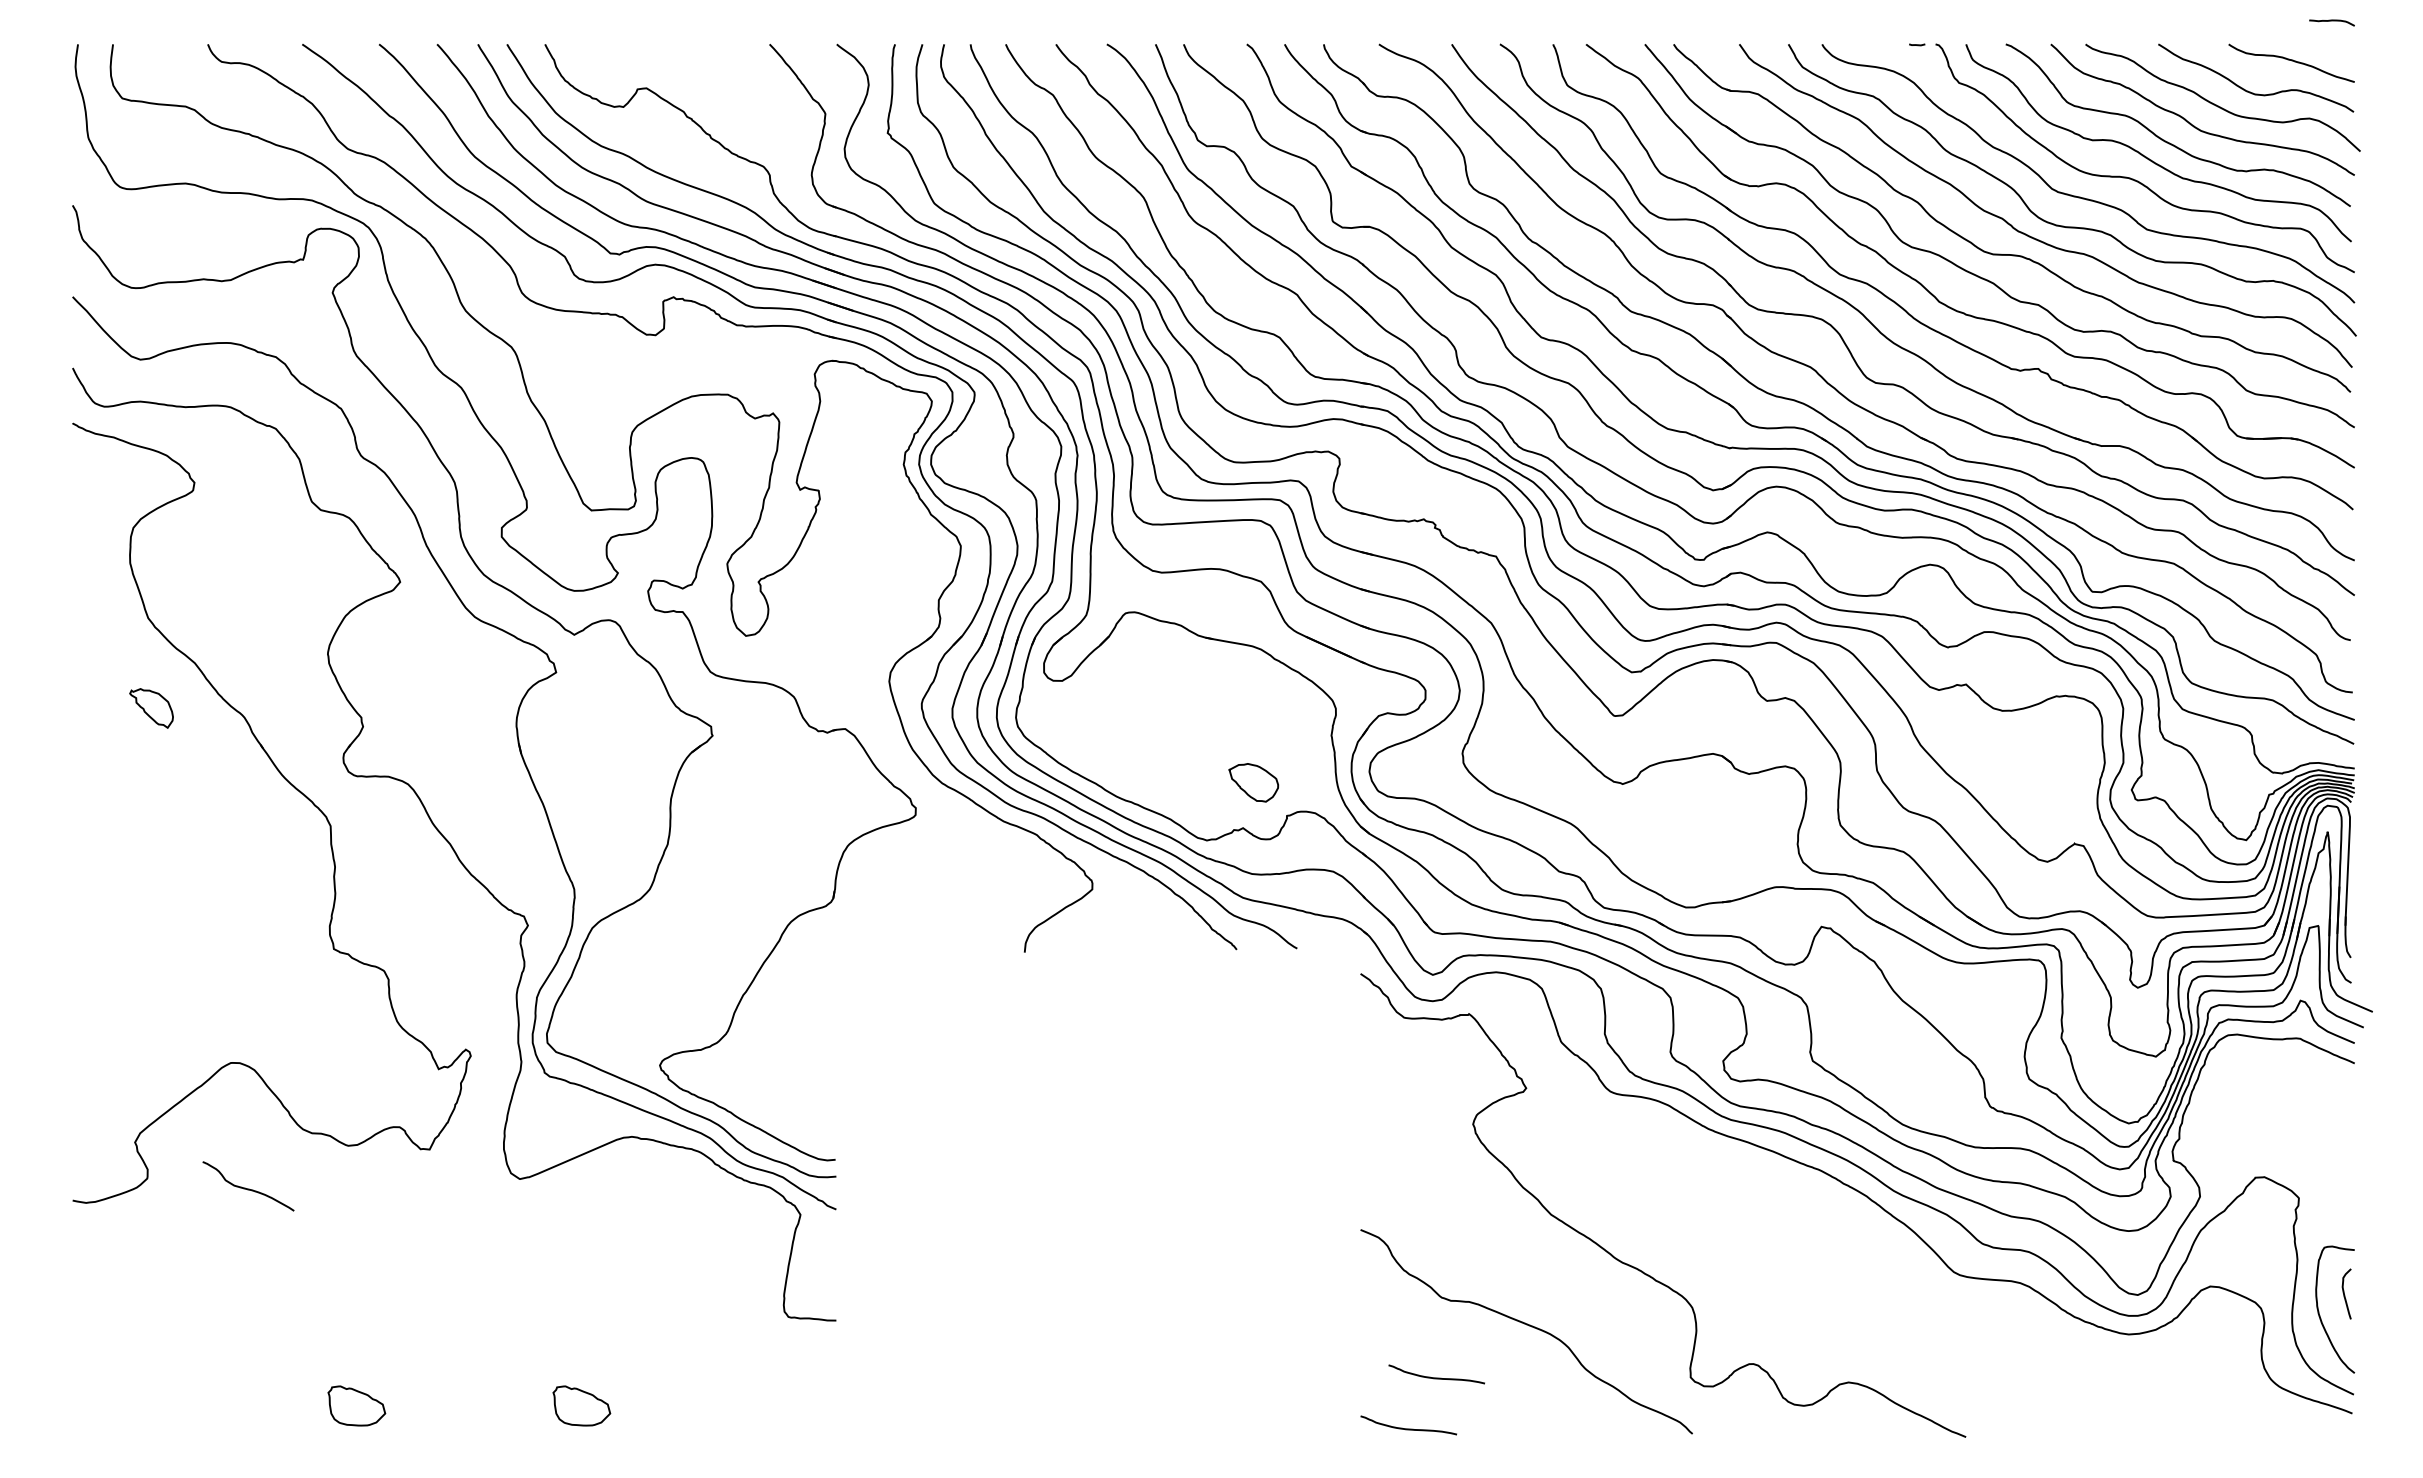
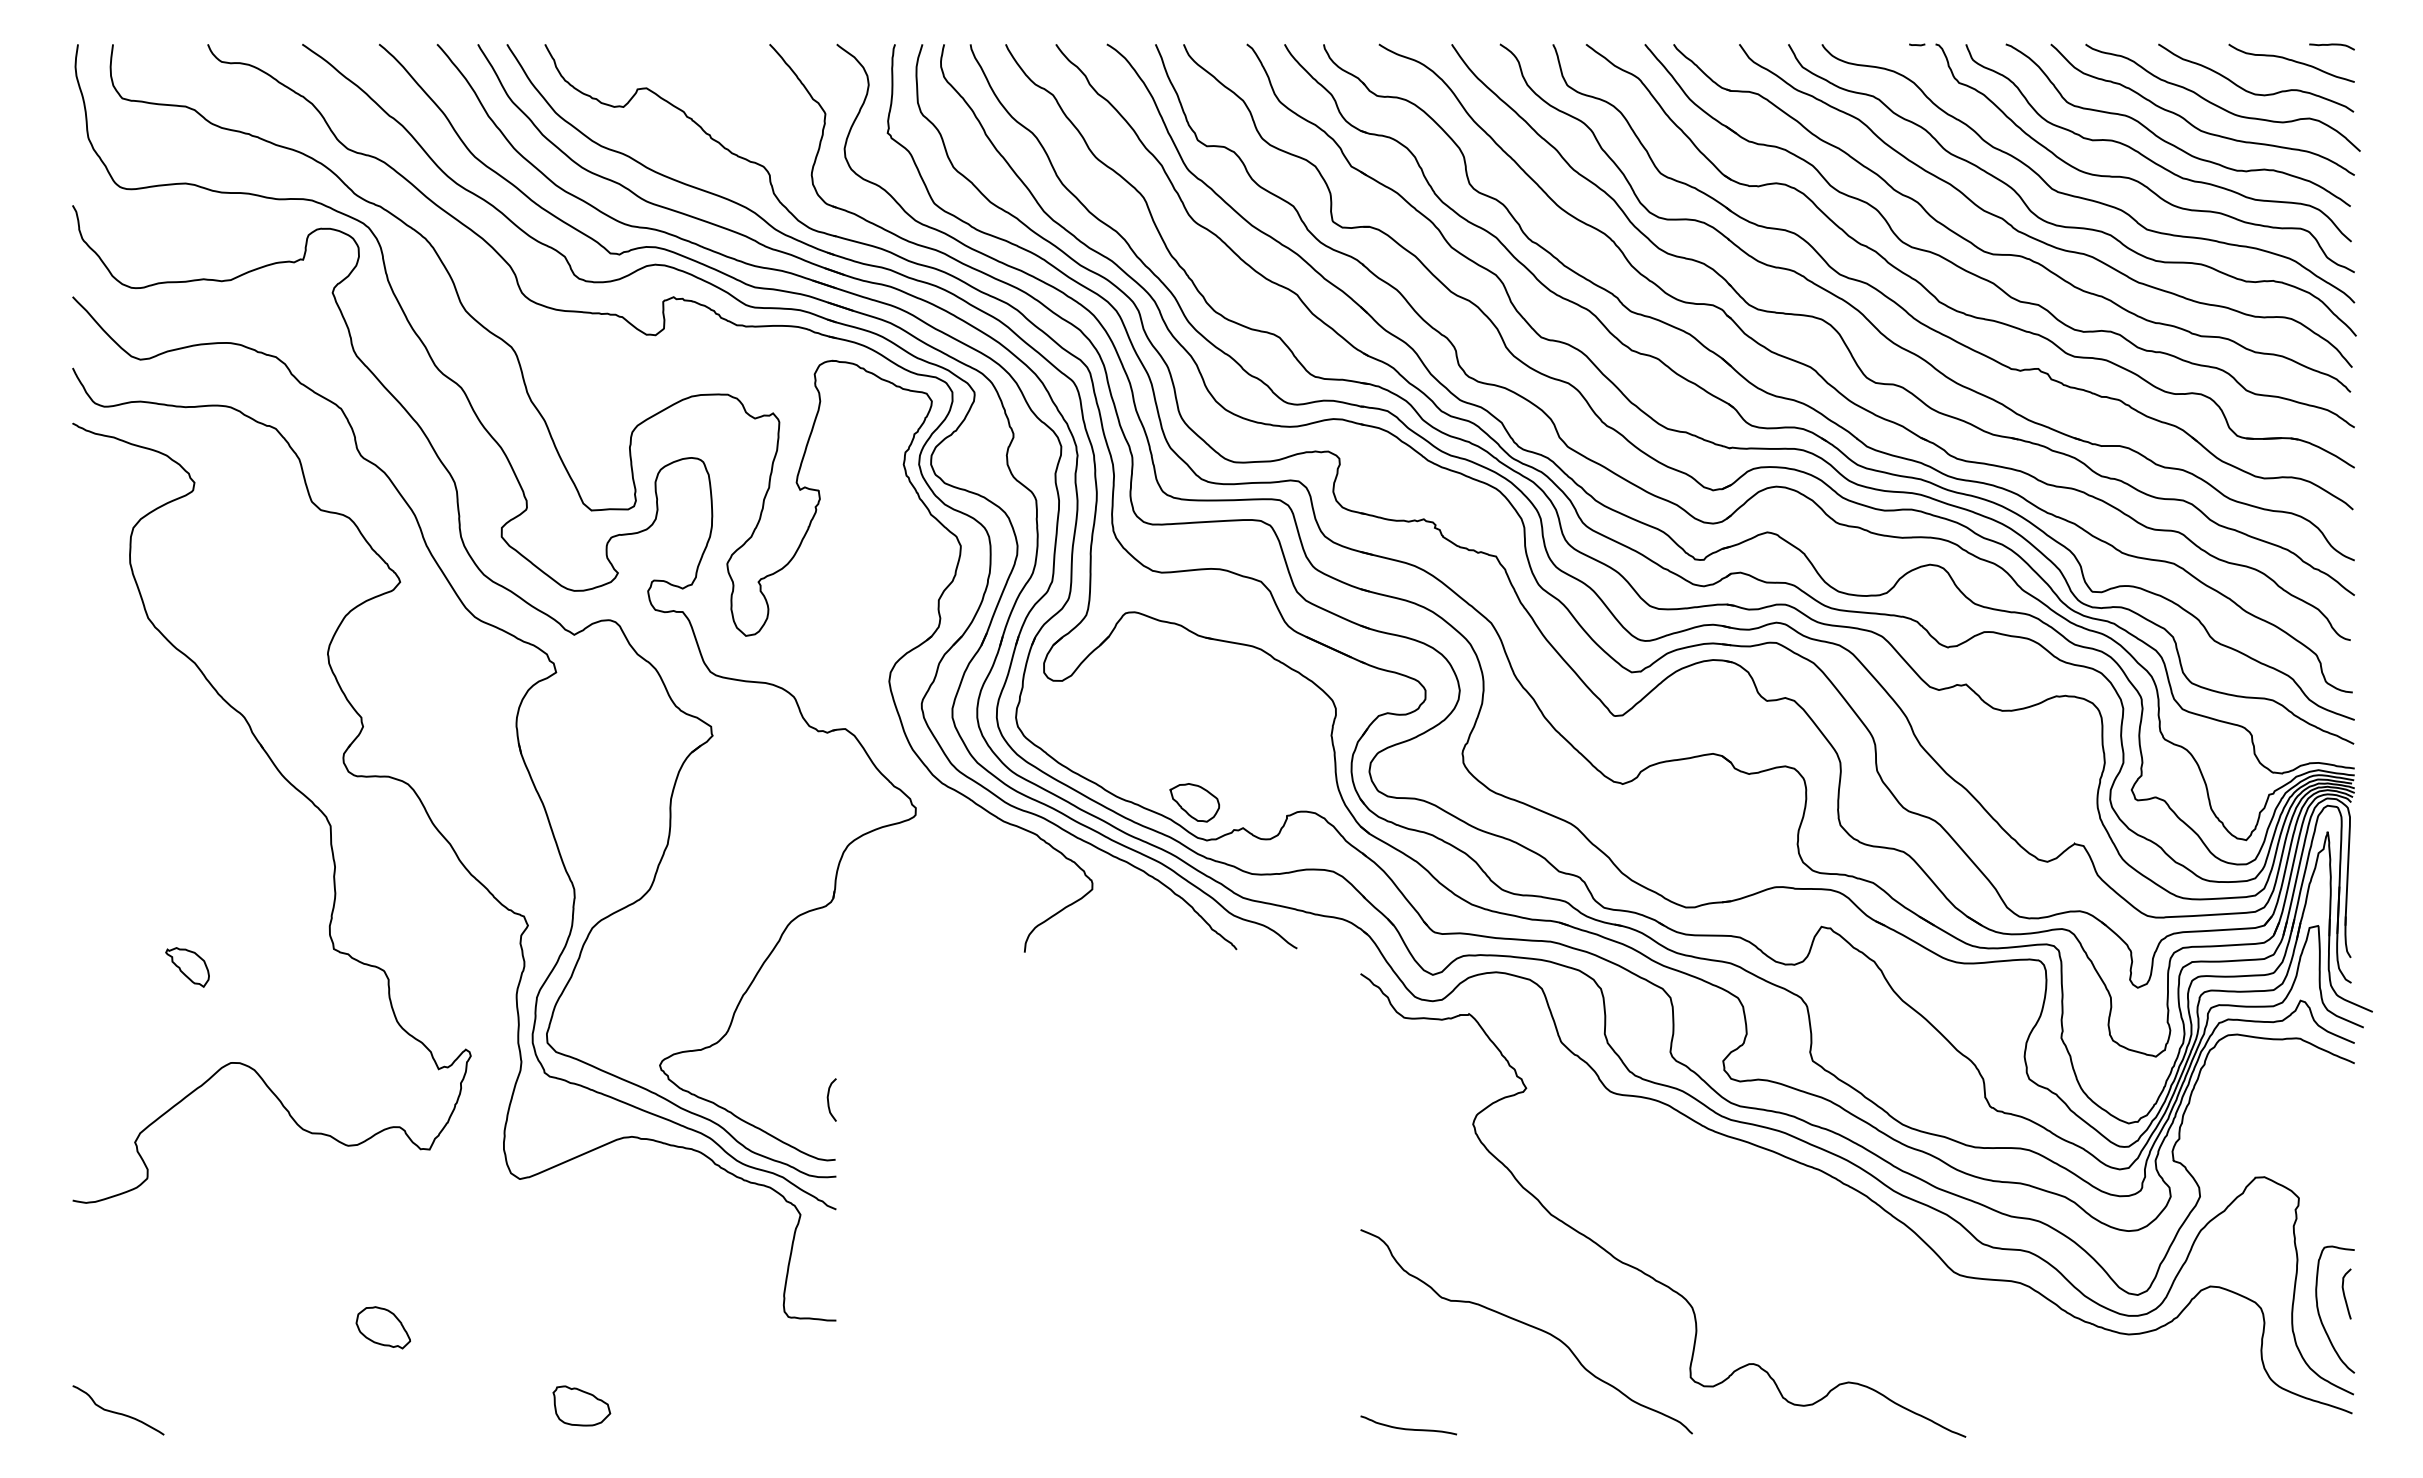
curve at (2331, 21) position: (2331, 21) -> (2331, 45)
part at (151, 708) position: (151, 708) -> (187, 967)
part at (1253, 782) position: (1253, 782) -> (1194, 802)
curve at (828, 1099): none -> present
curve at (248, 1188) position: (248, 1188) -> (118, 1412)
part at (382, 1327): none -> present
curve at (1436, 1377): present -> none
part at (356, 1405): present -> none
